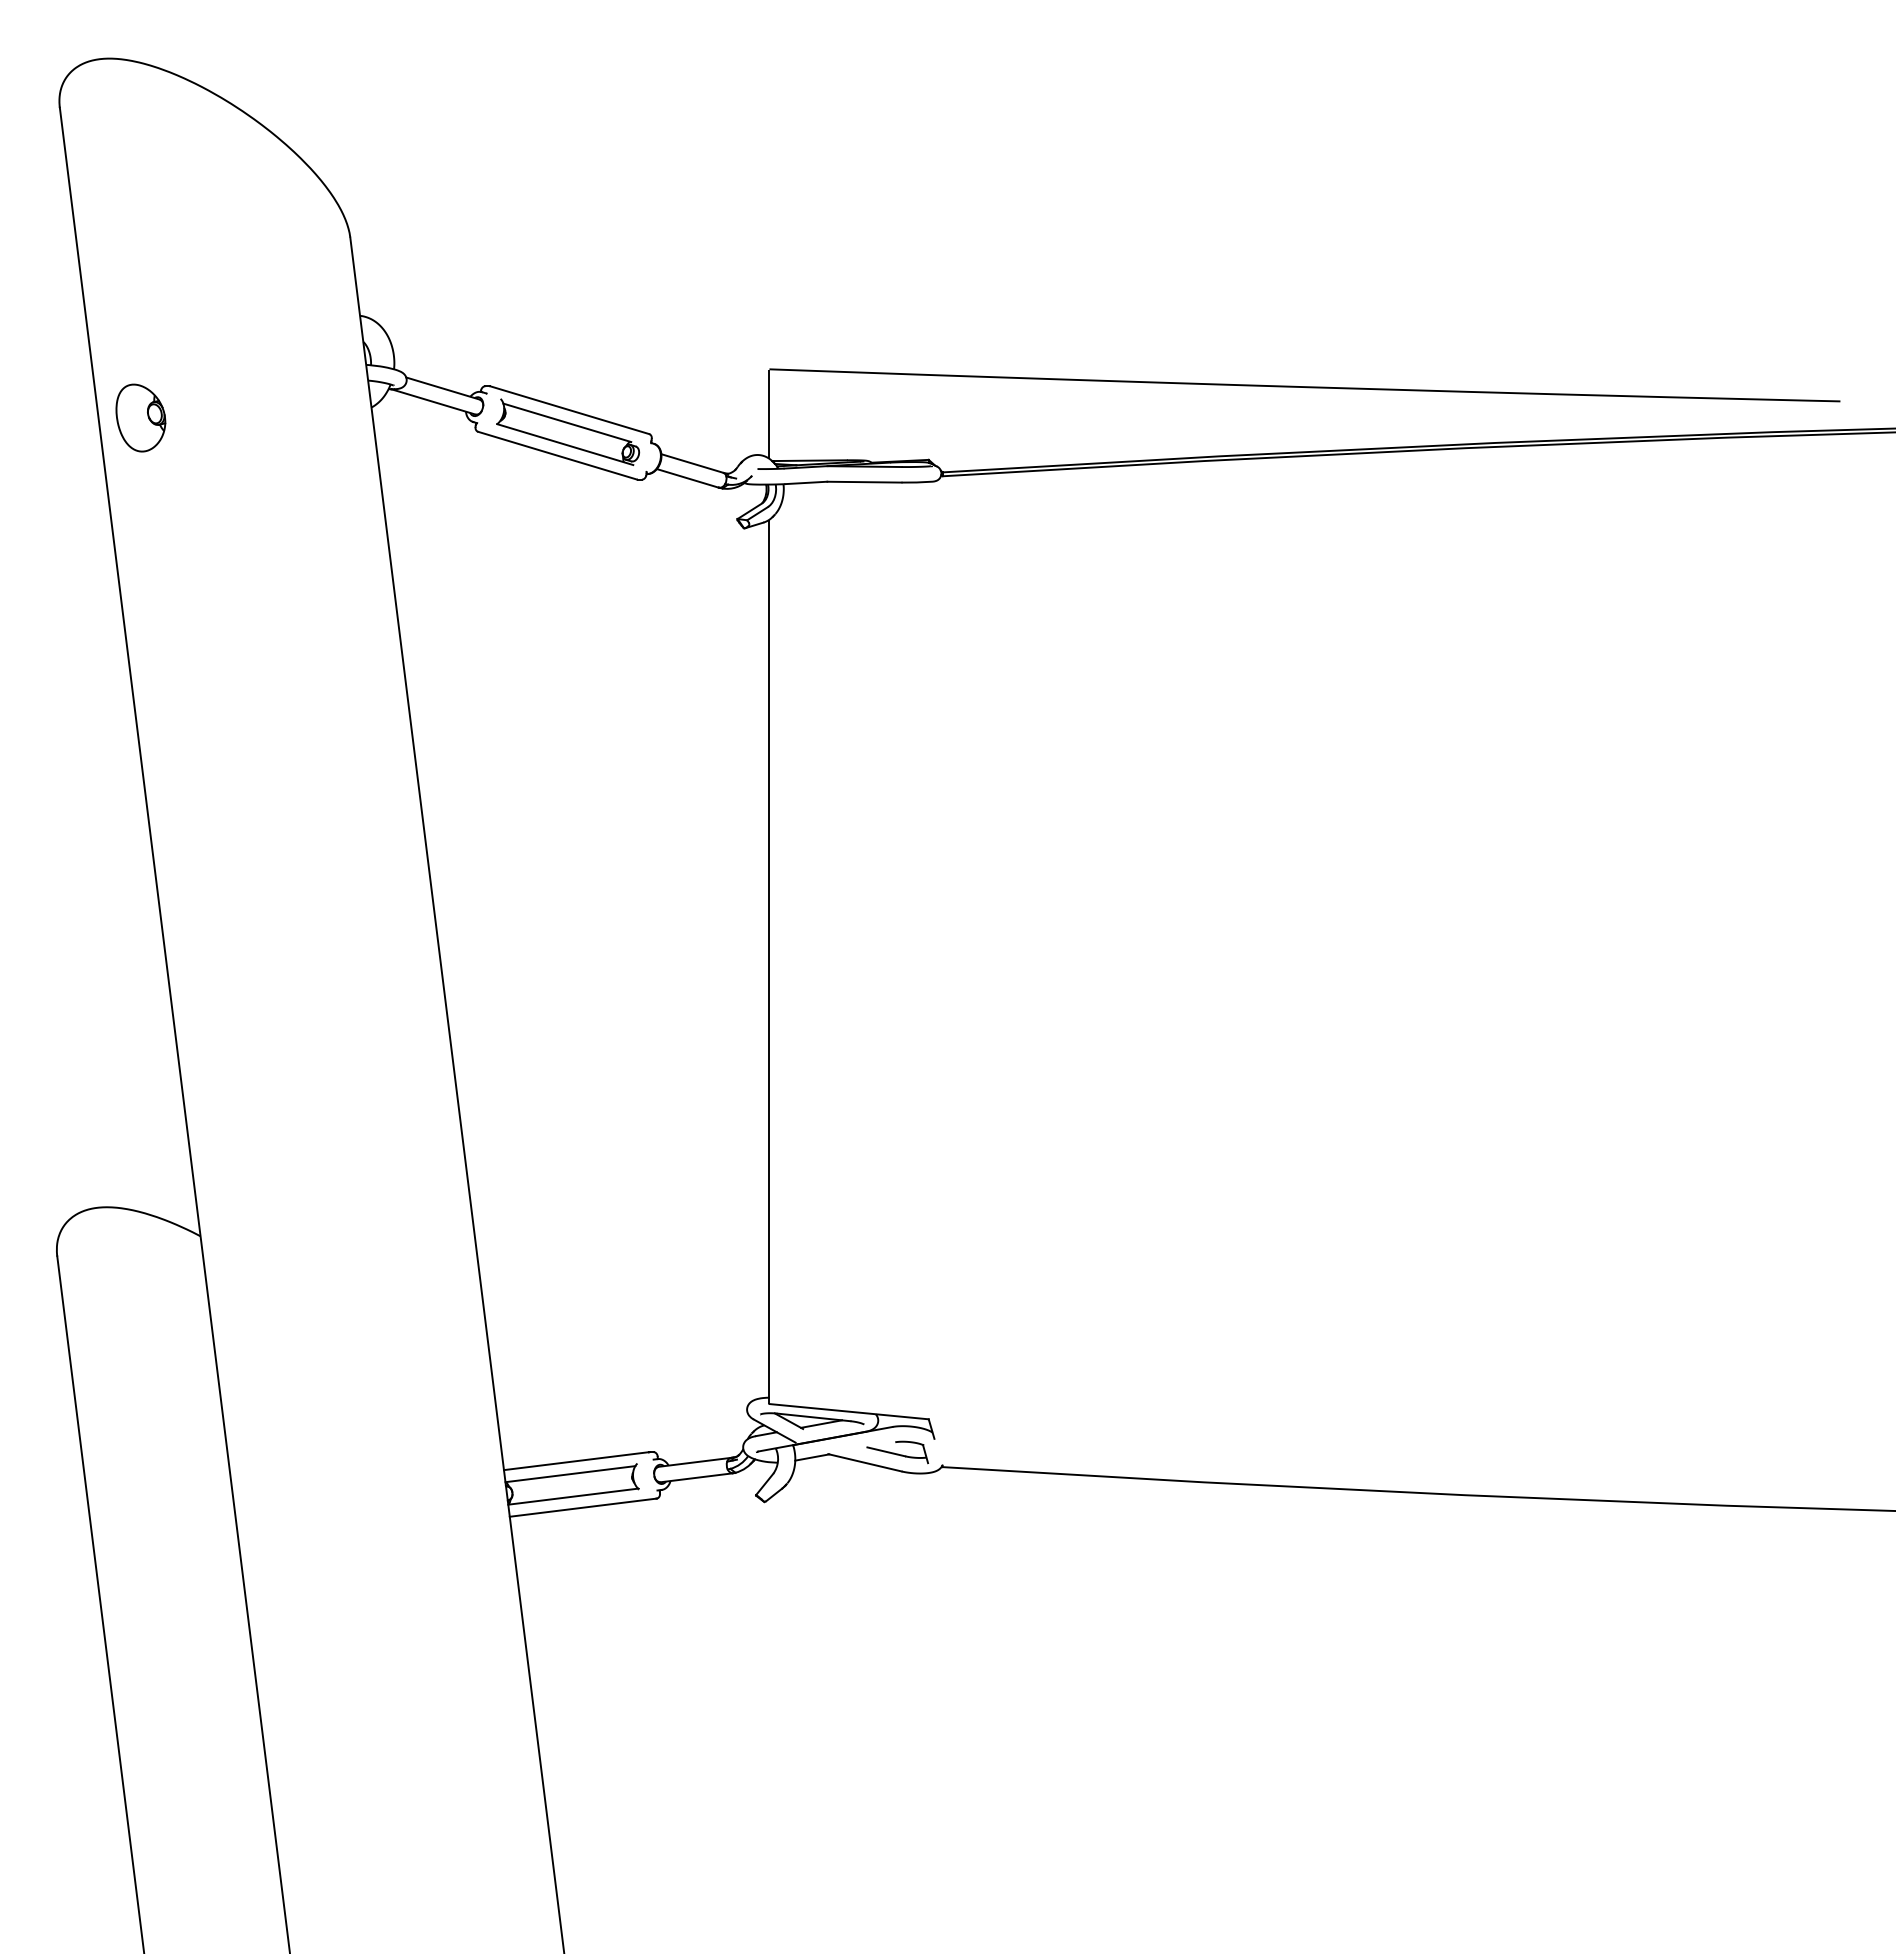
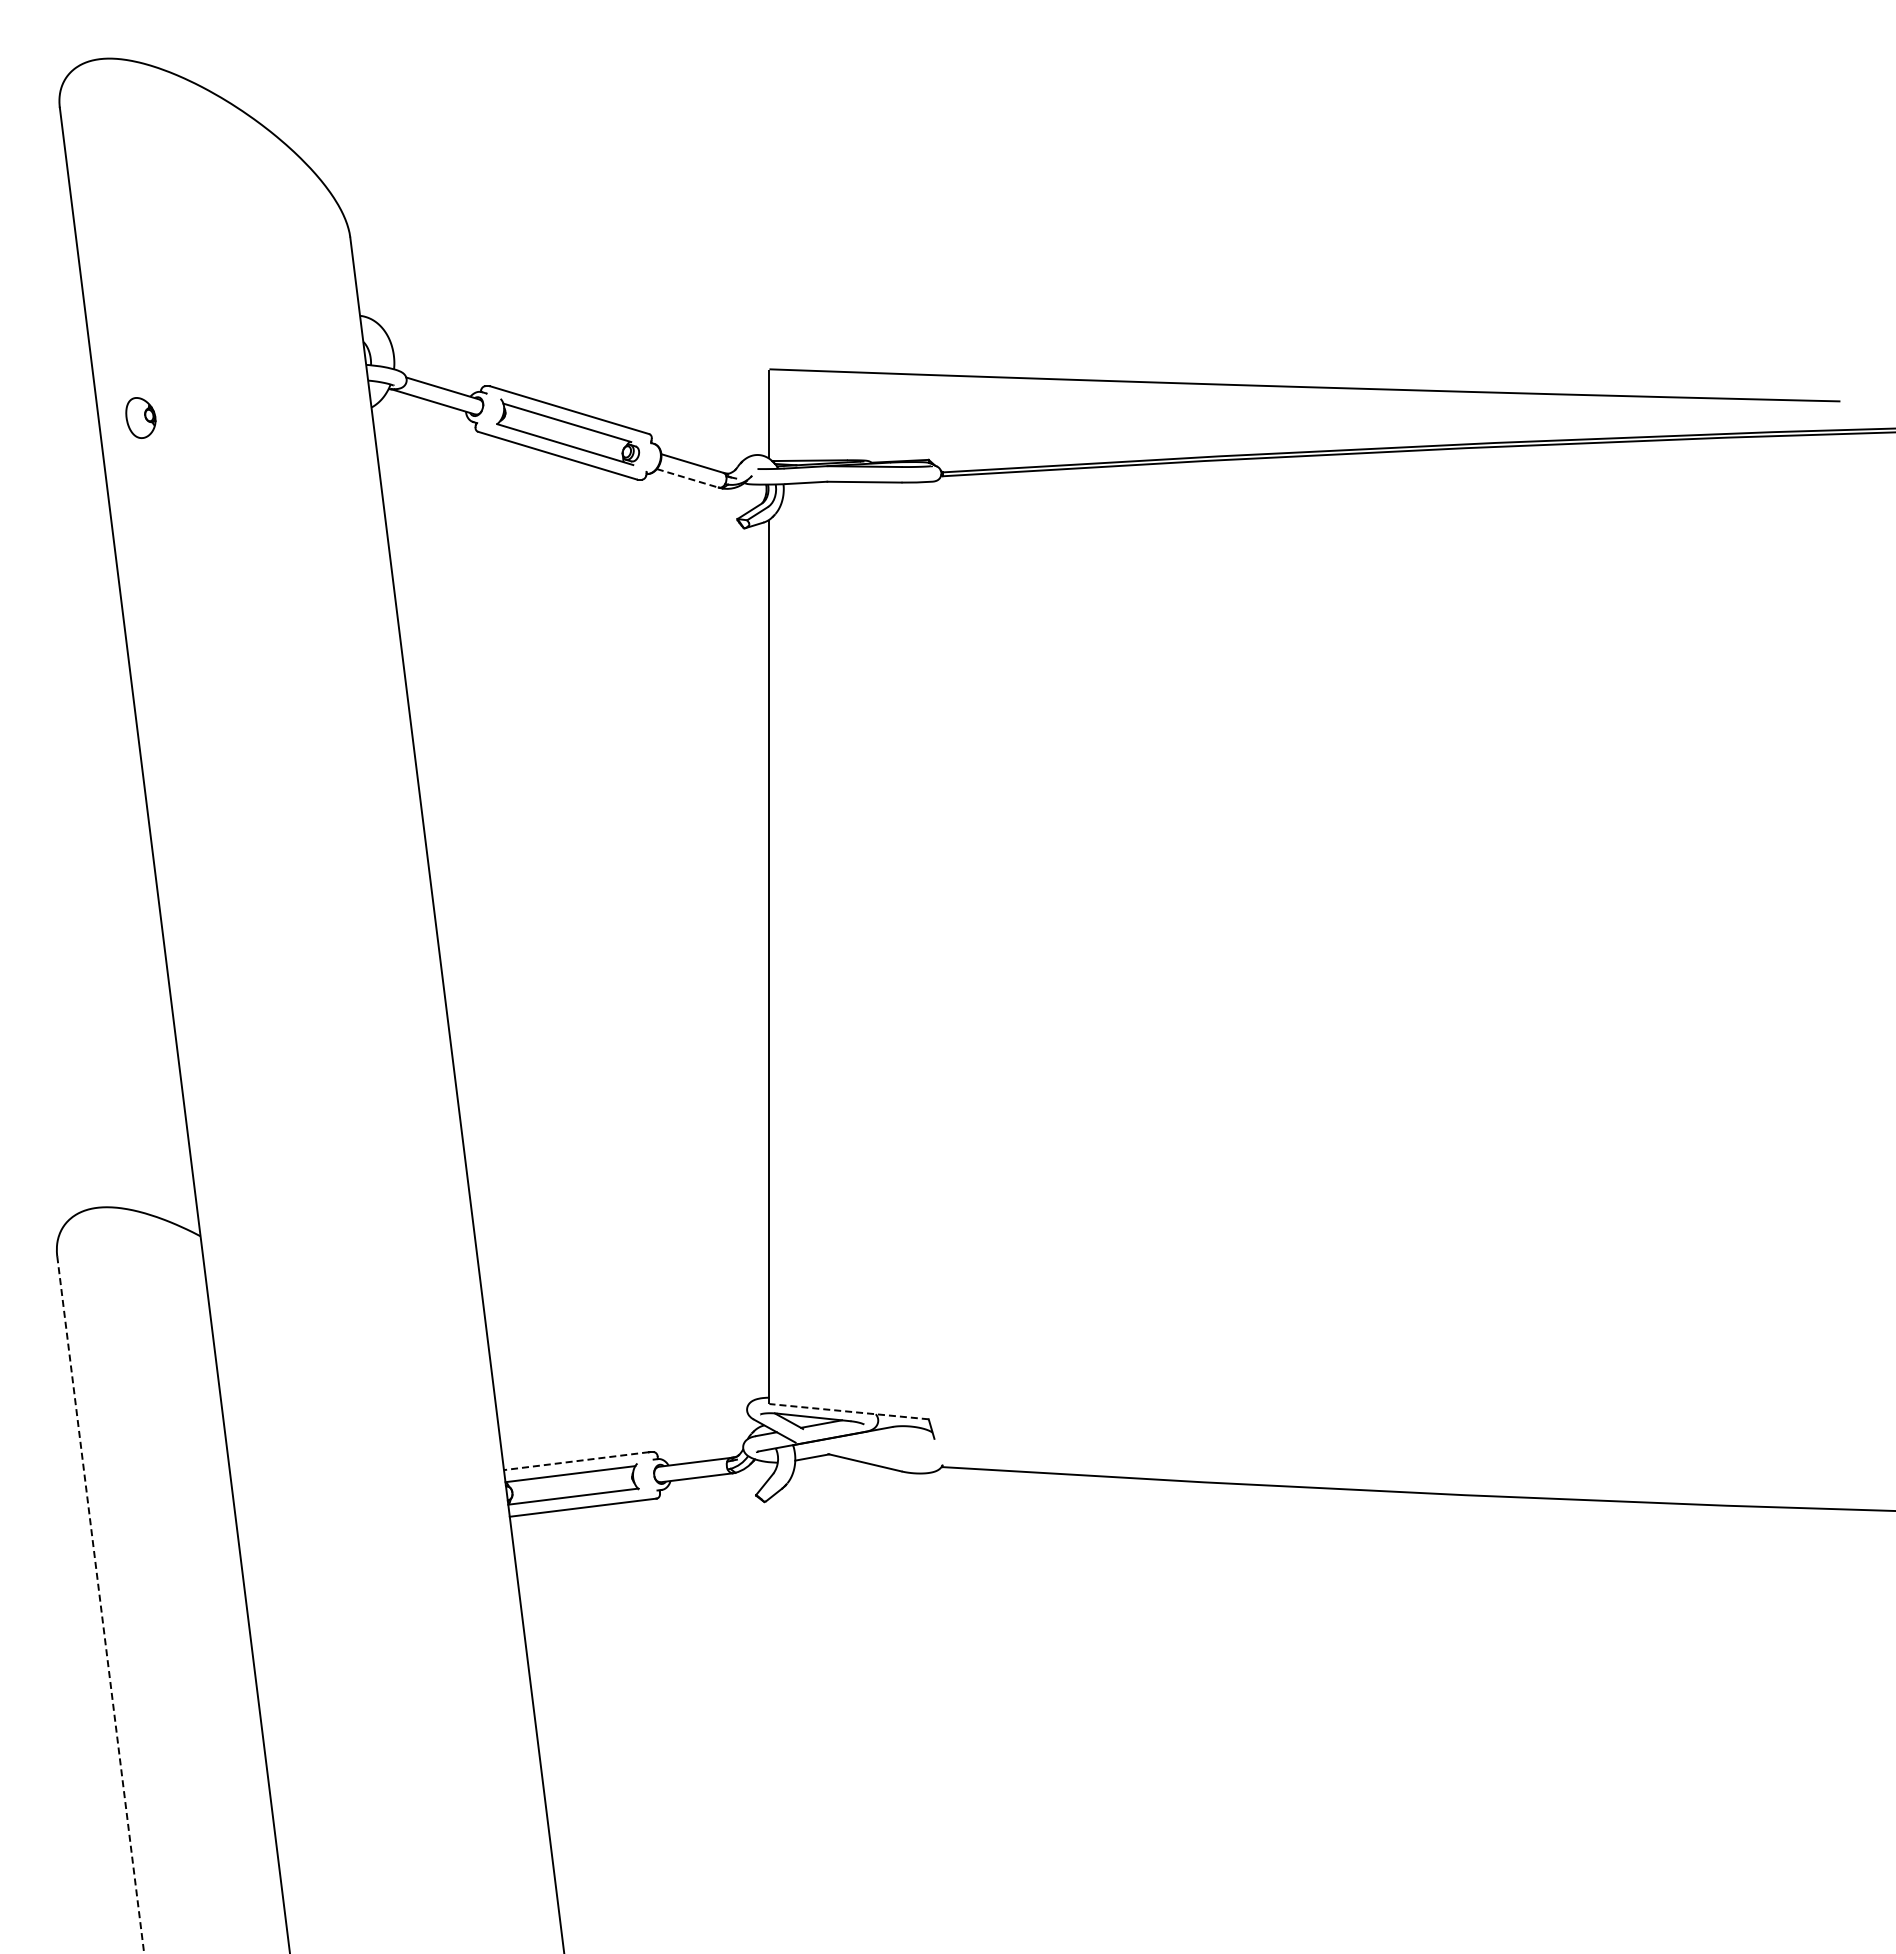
part at (140, 417) size: 52x70 px -> 32x42 px
line at (688, 478): solid -> dashed
line at (848, 1411): solid -> dashed
part at (897, 1452): present -> none
line at (576, 1461): solid -> dashed
line at (100, 1605): solid -> dashed
